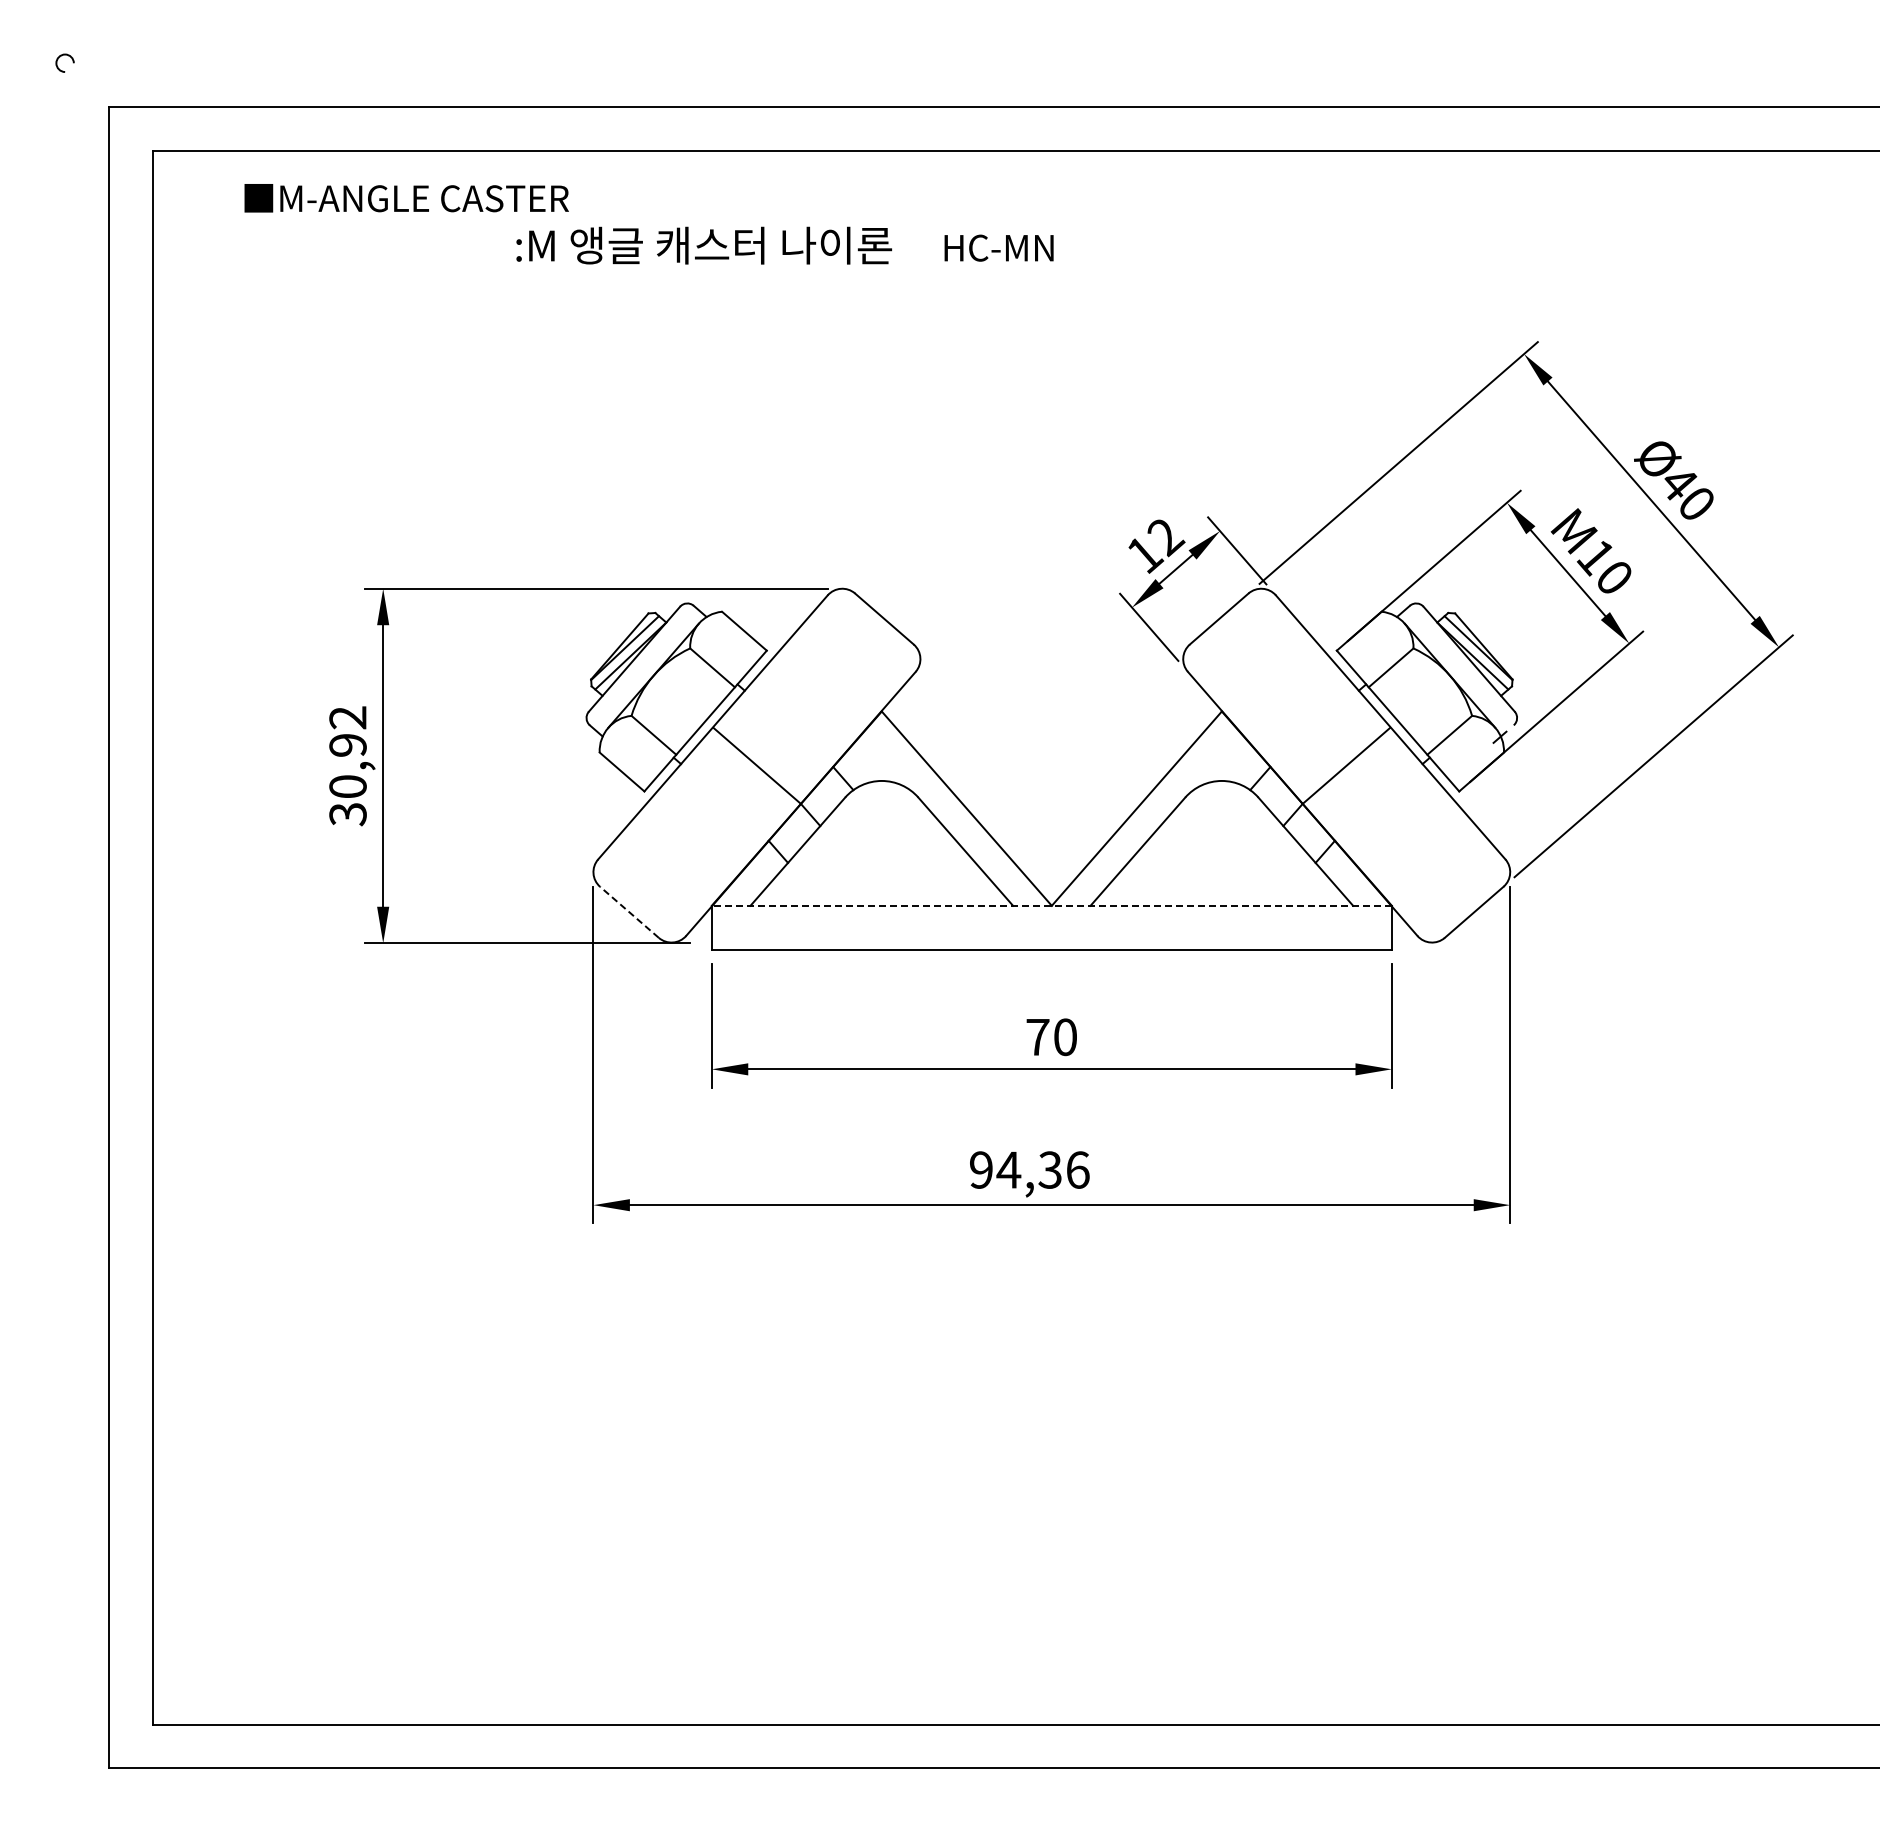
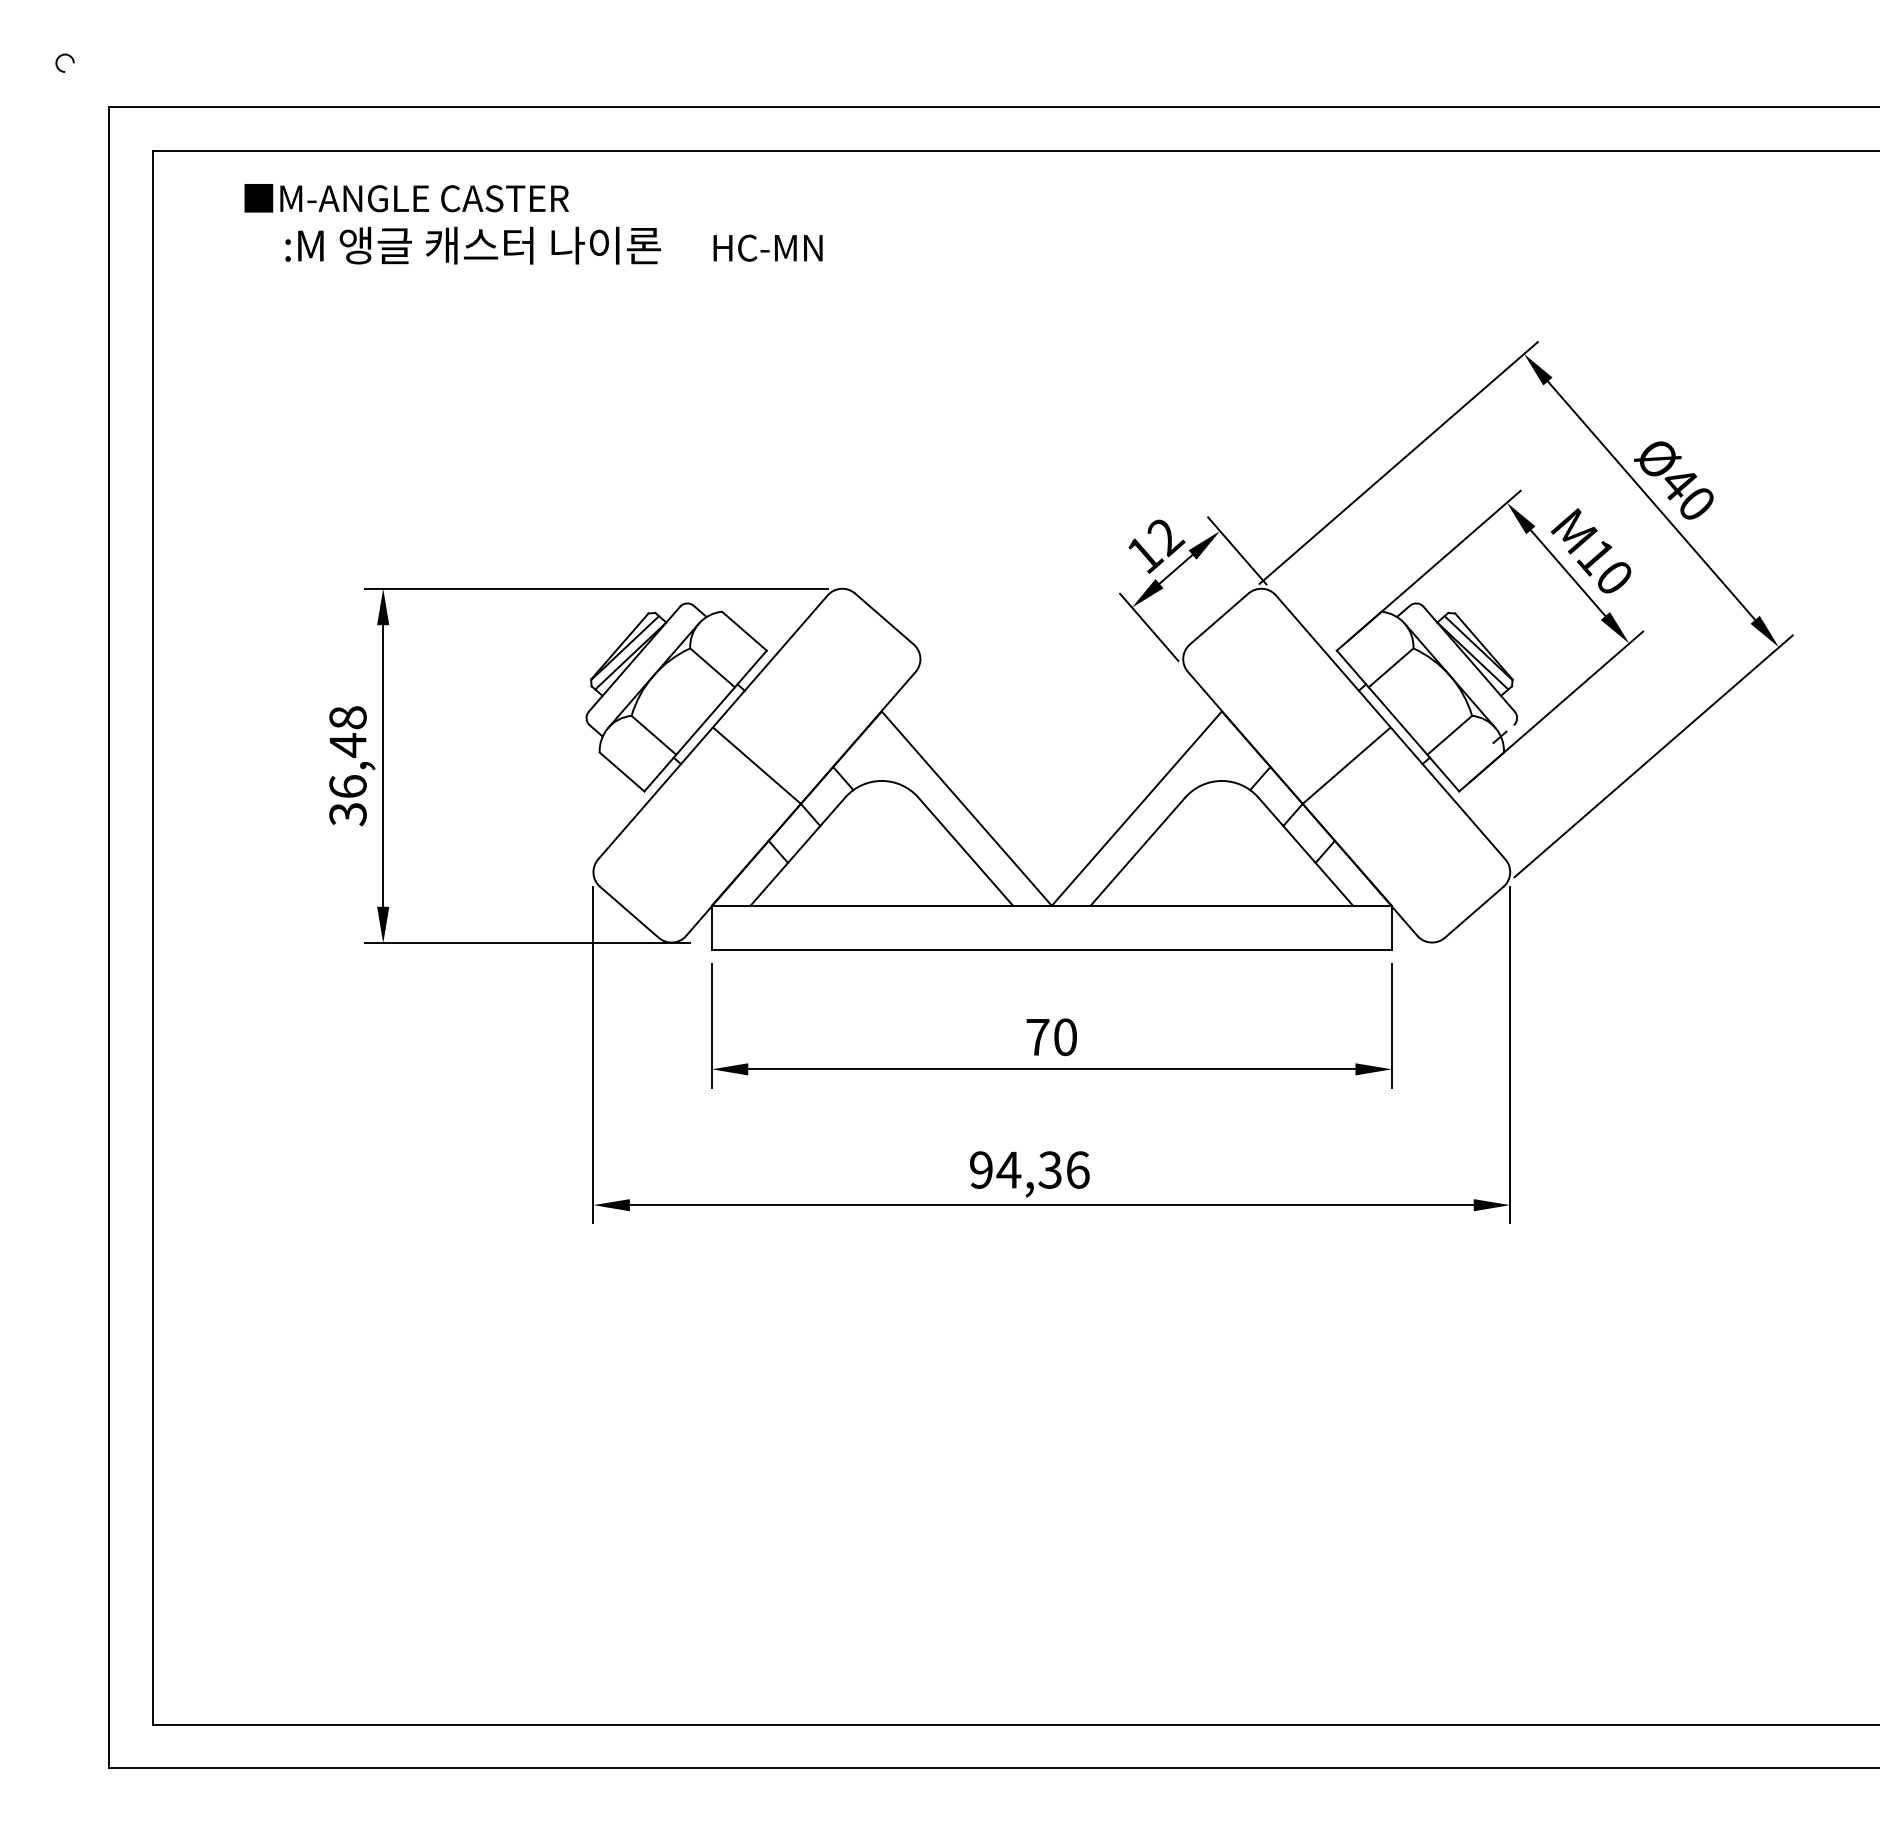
text at (784, 245) position: (784, 245) -> (553, 245)
text at (347, 751): 30,92 -> 36,48
line at (1051, 905): dashed -> solid
line at (629, 912): dashed -> solid
